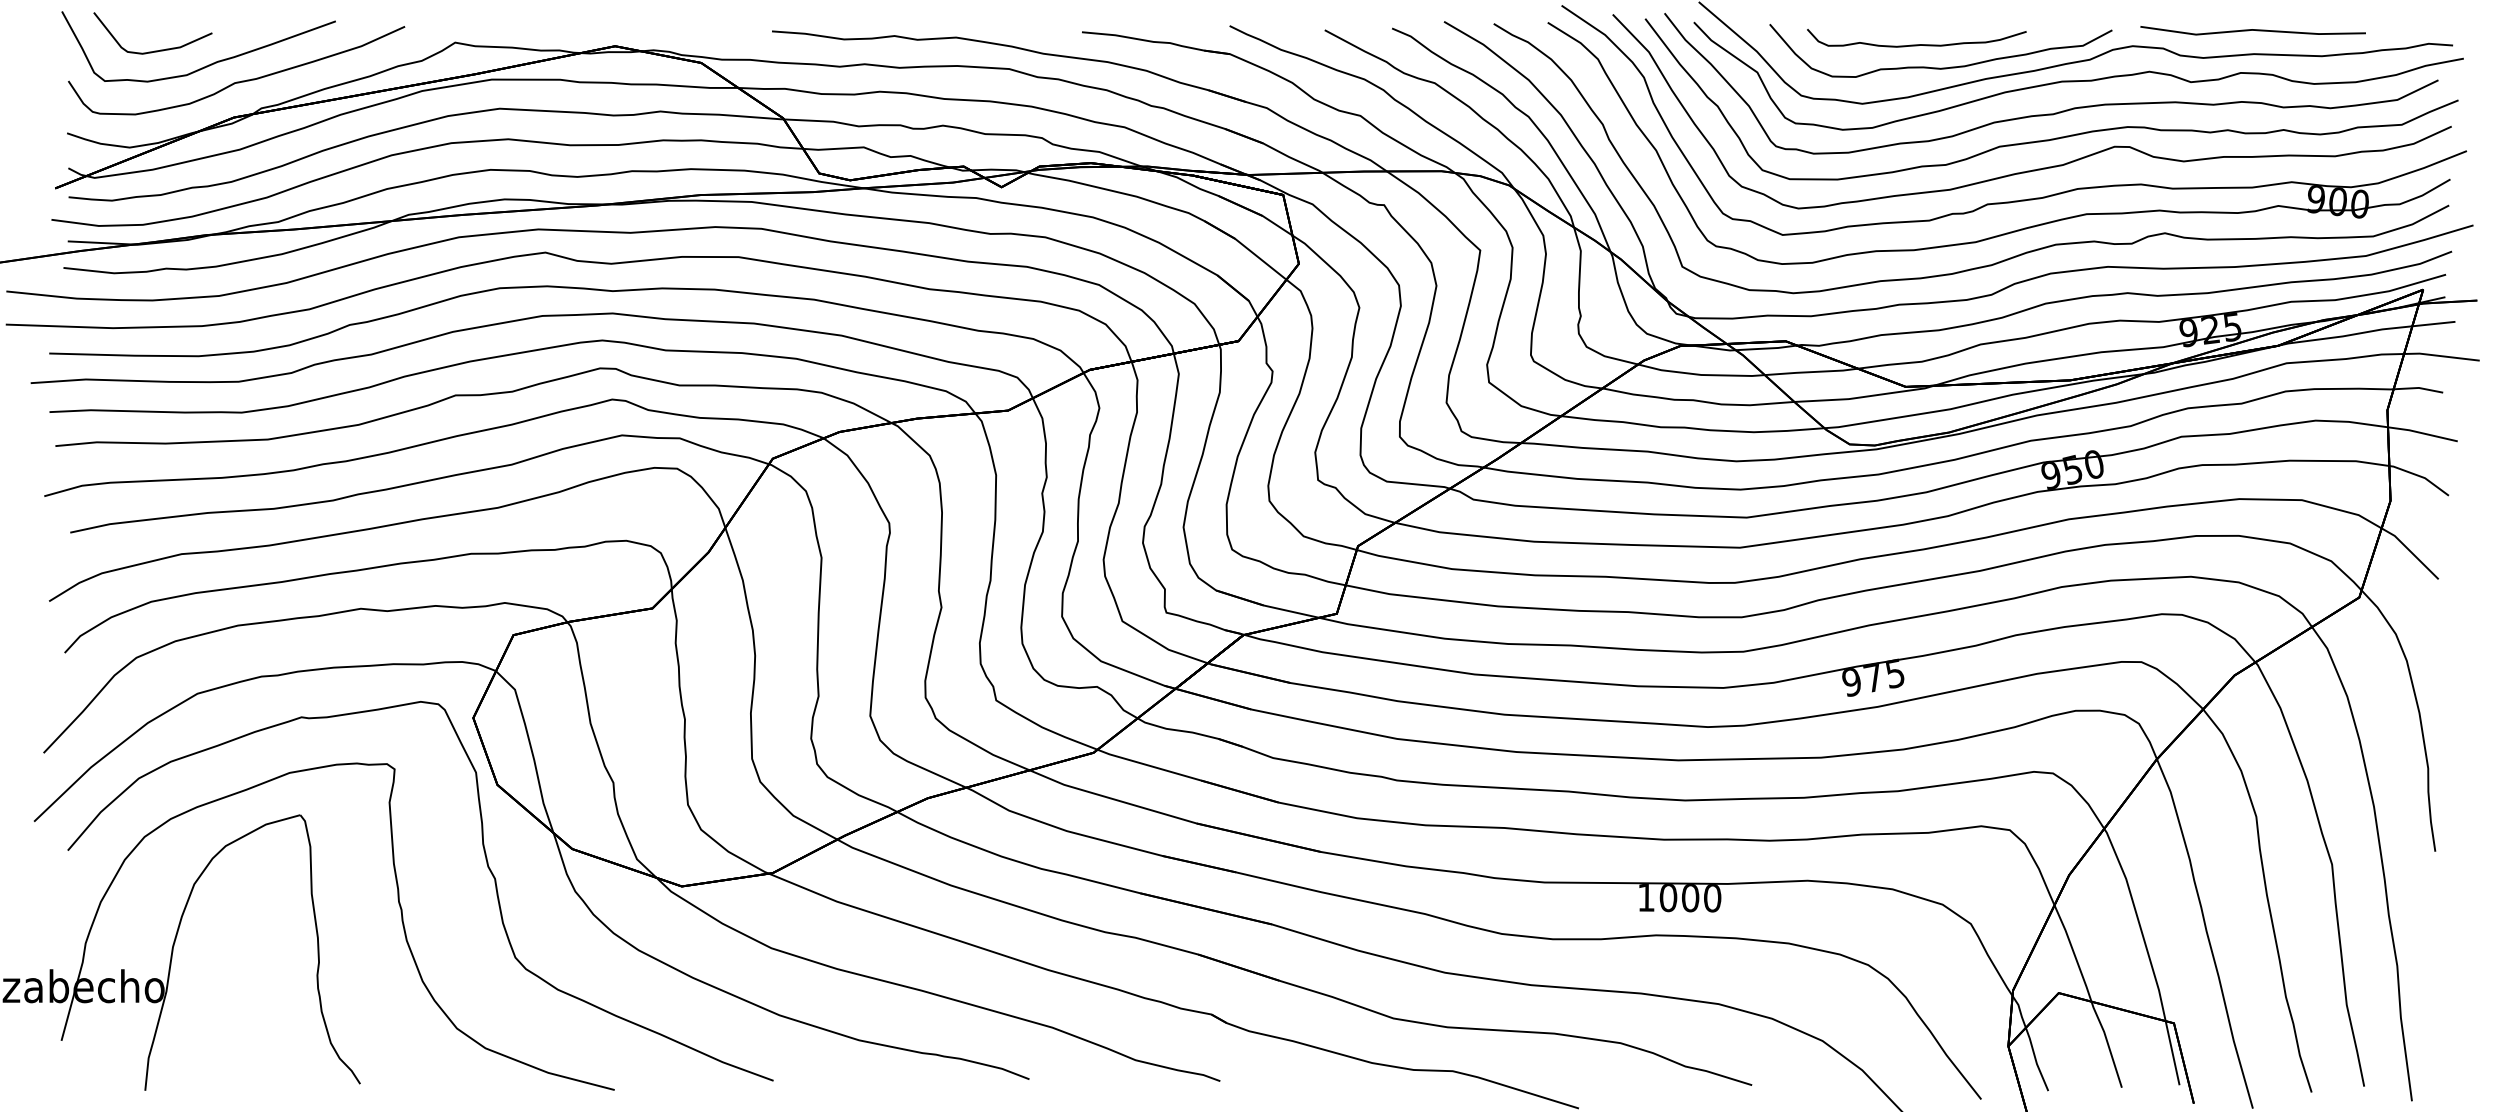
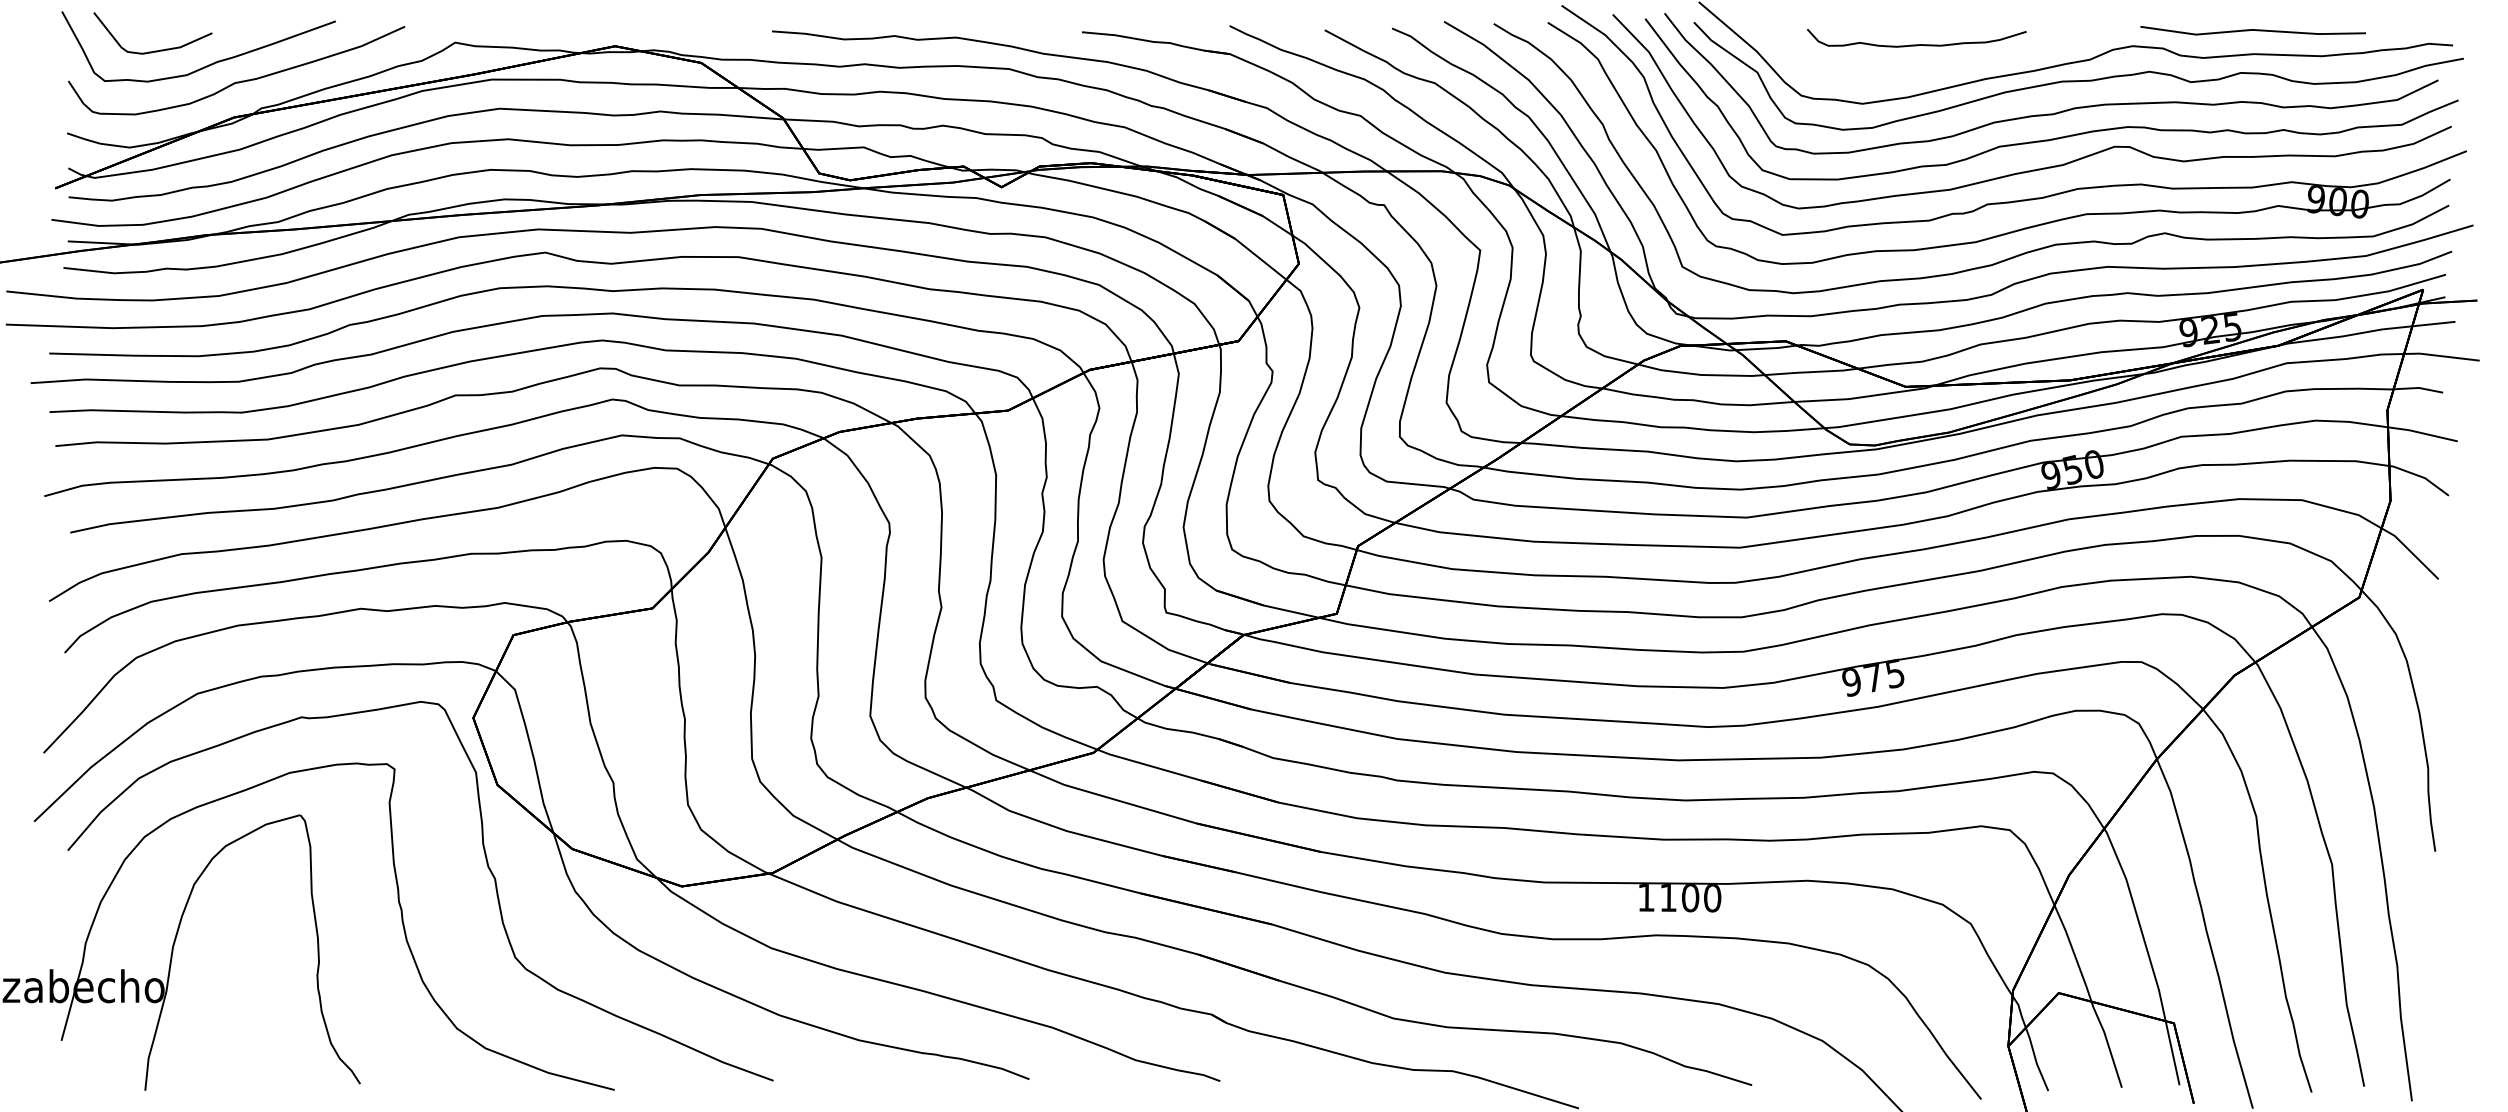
curve at (1939, 67): present -> none
text at (1668, 898): 1000 -> 1100
